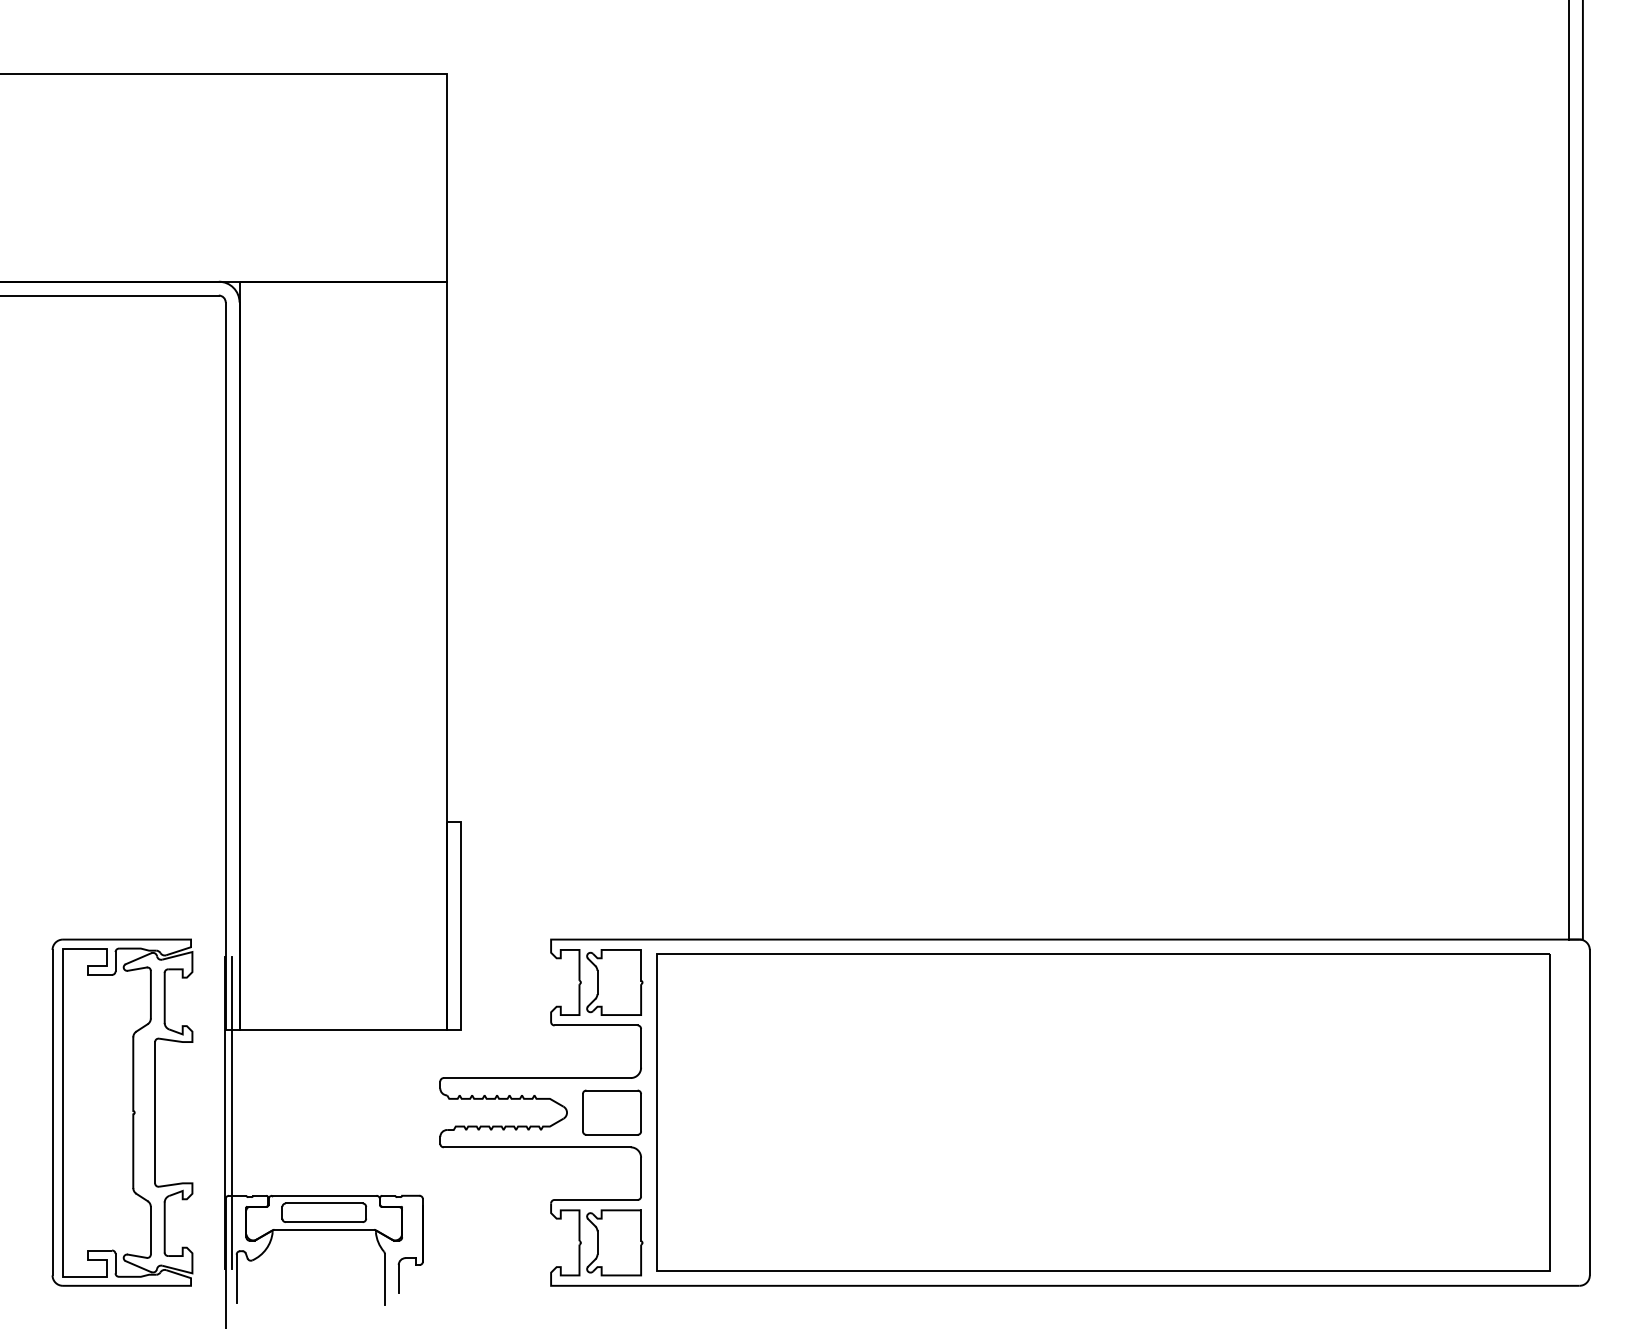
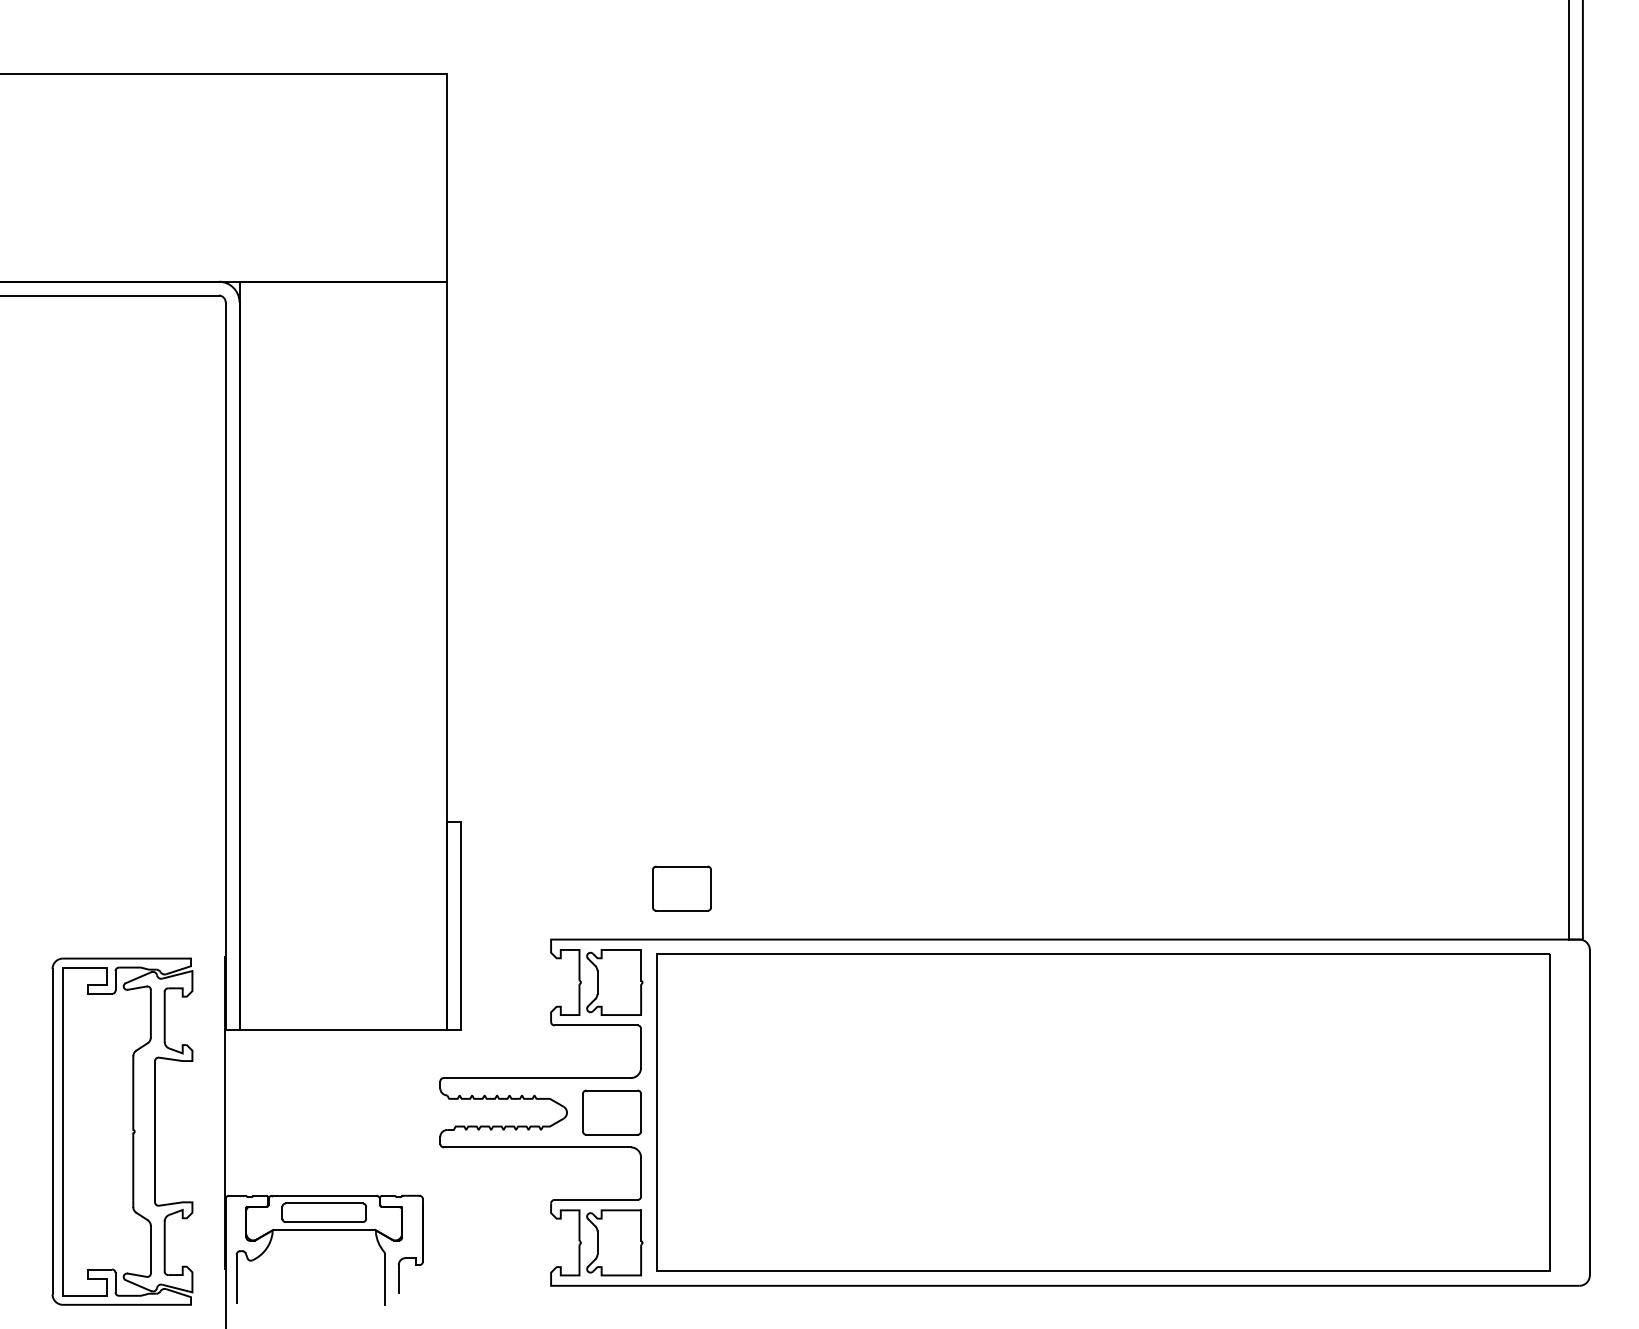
part at (681, 888): none -> present
part at (122, 1112) position: (122, 1112) -> (122, 1131)
line at (231, 1112): present -> none
